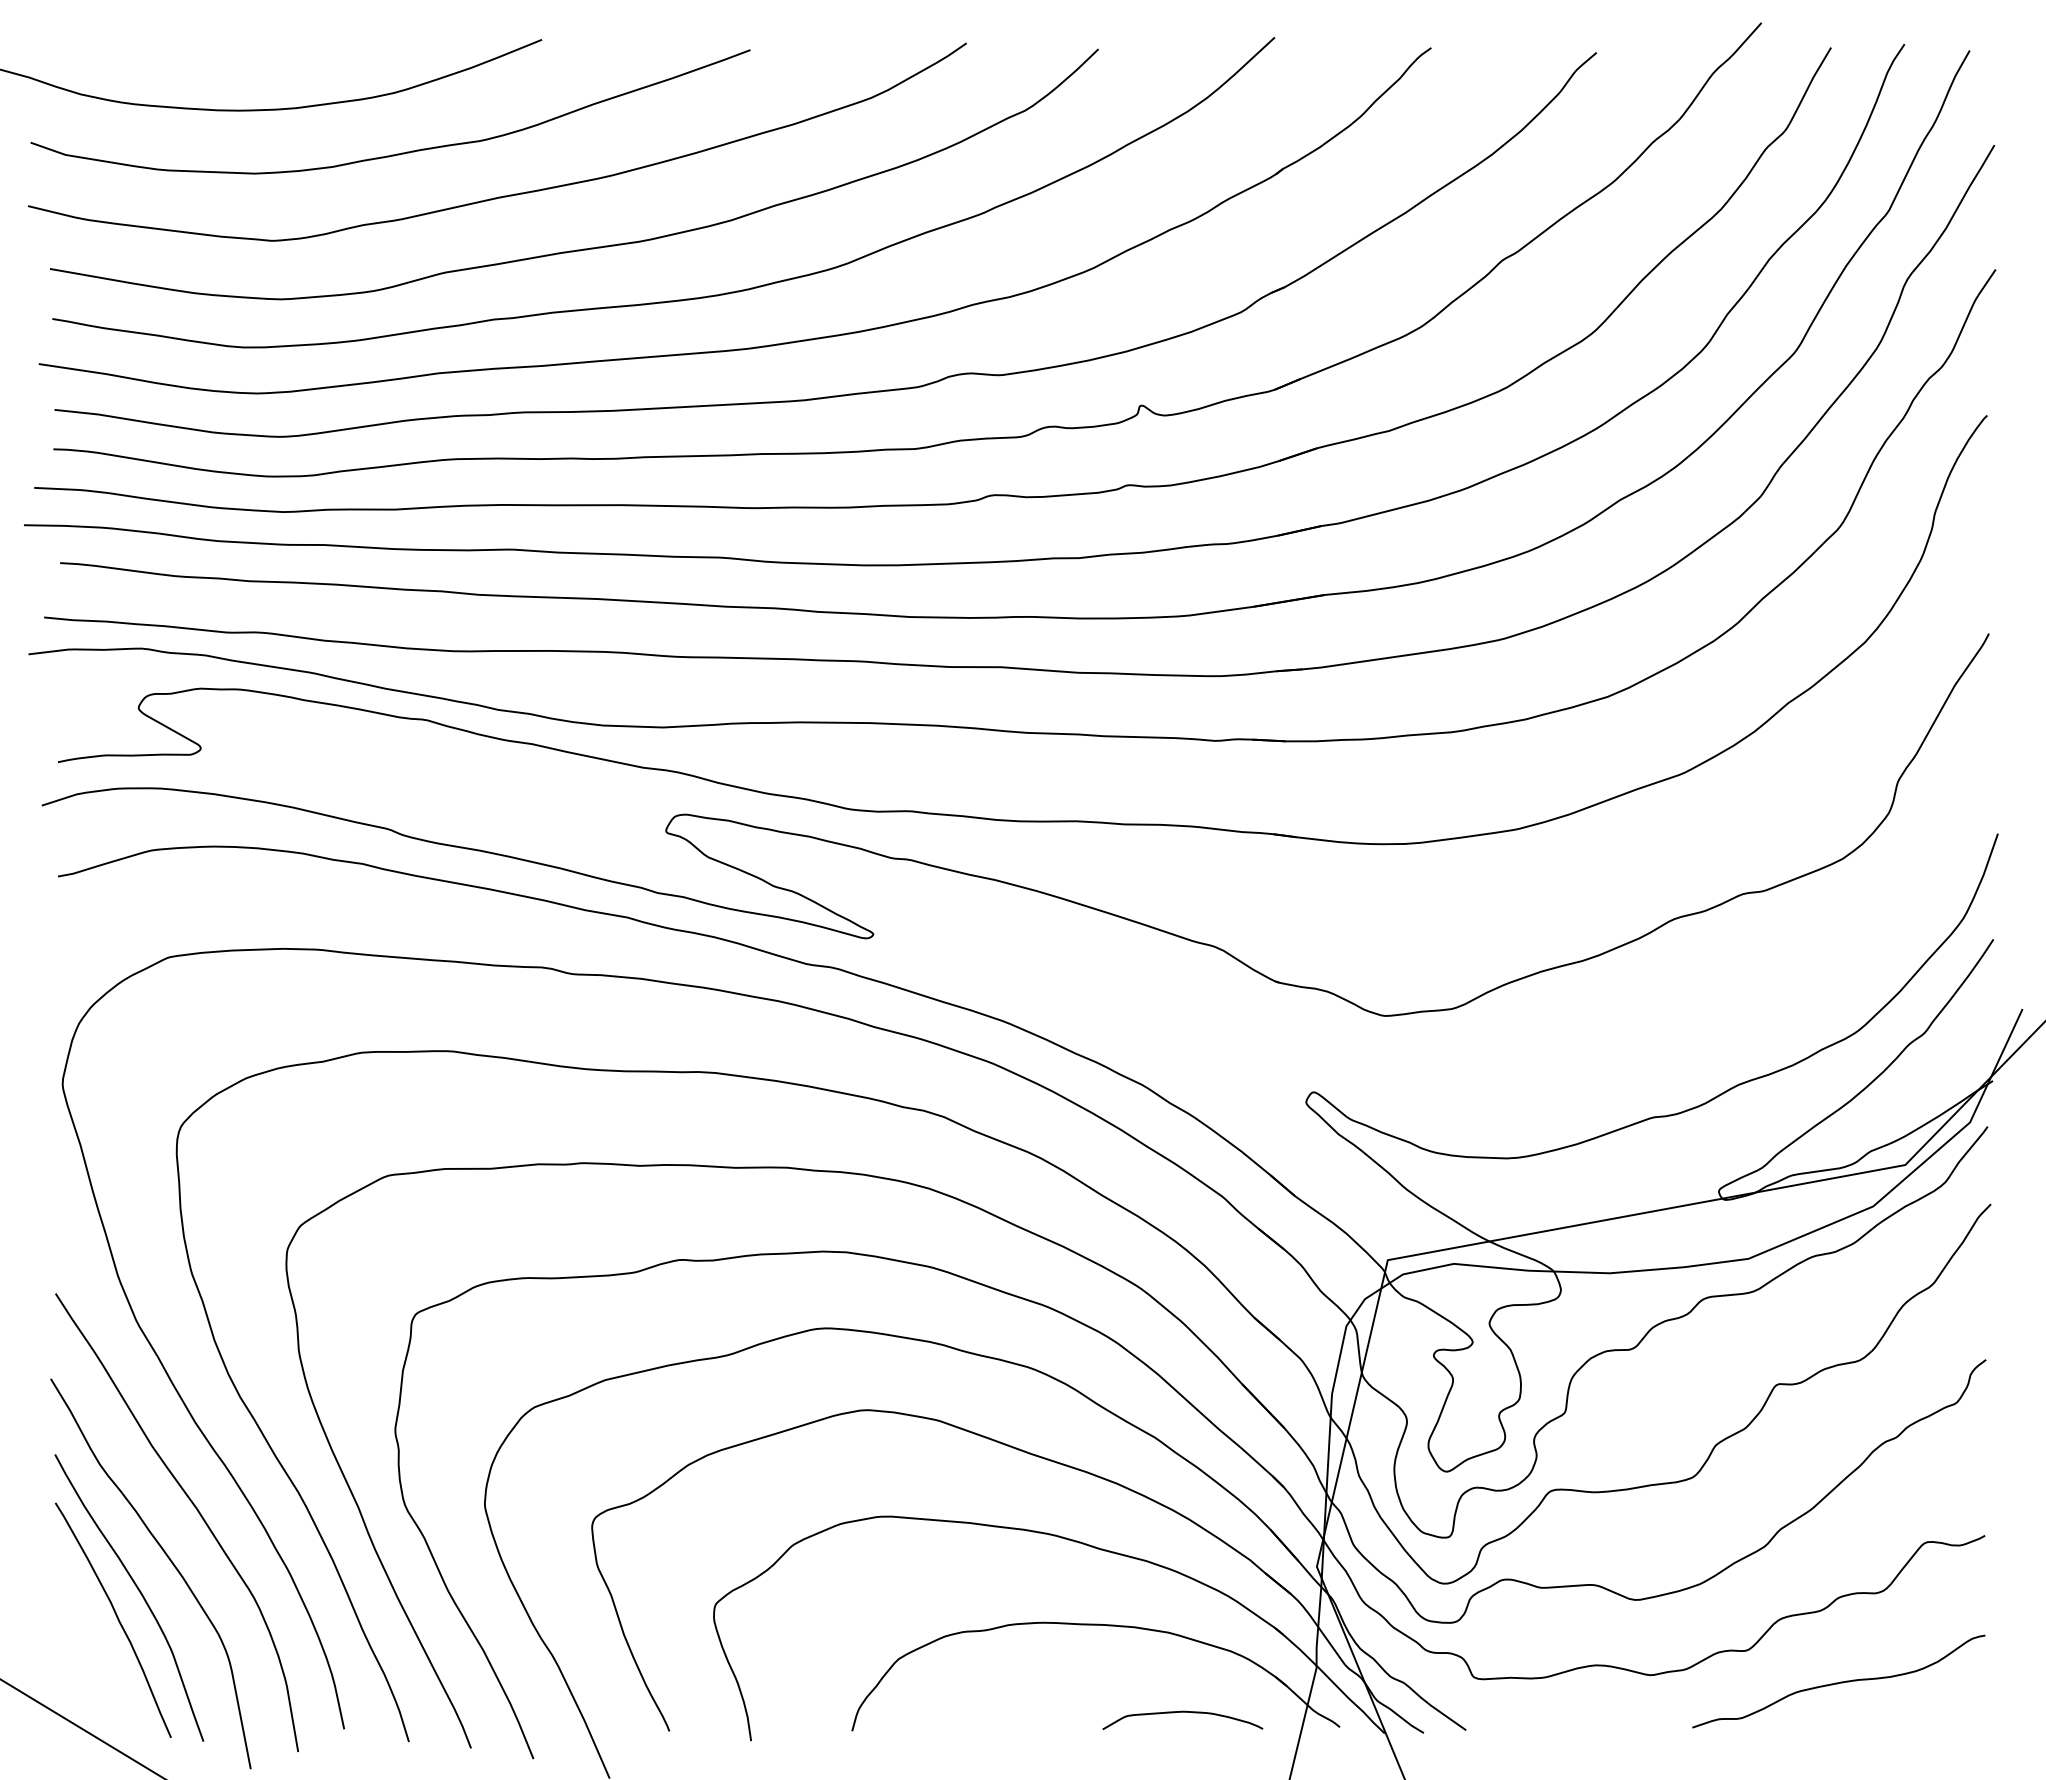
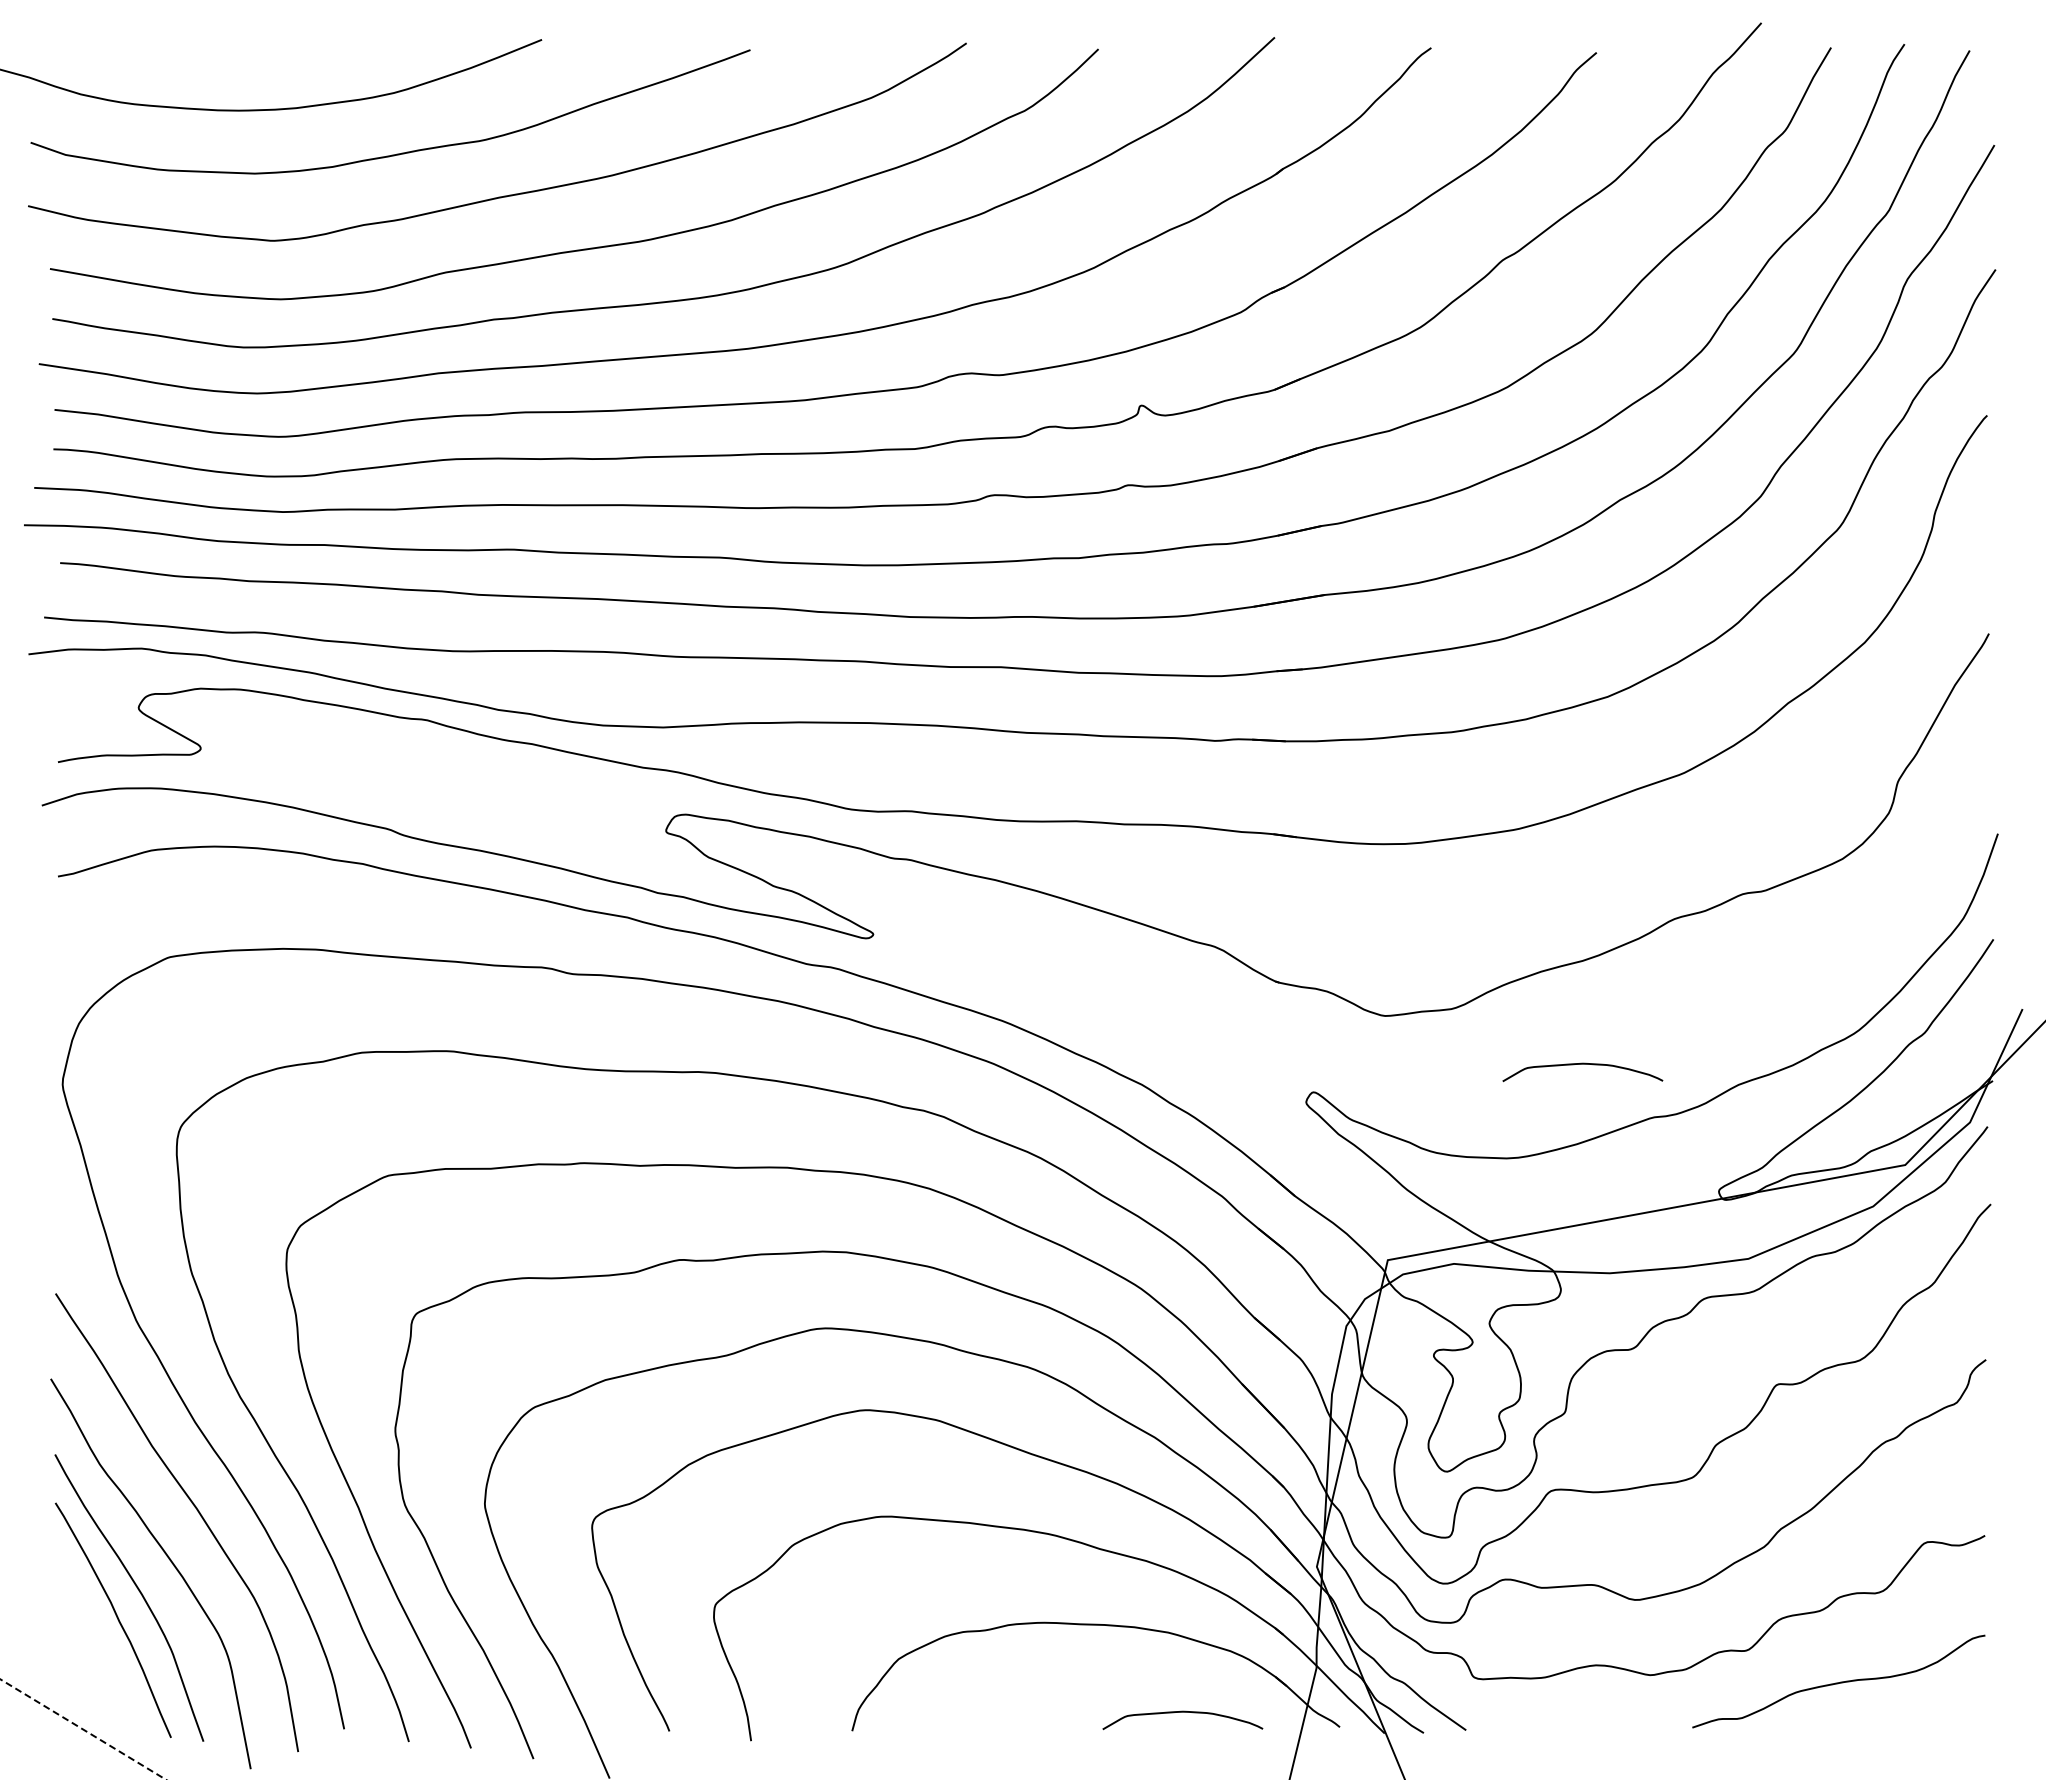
curve at (1582, 1064): none -> present
line at (83, 1729): solid -> dashed
